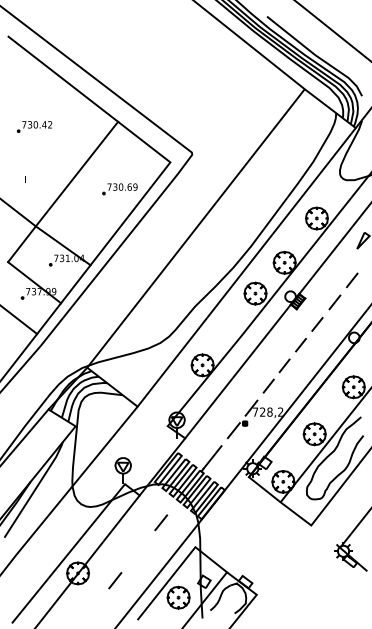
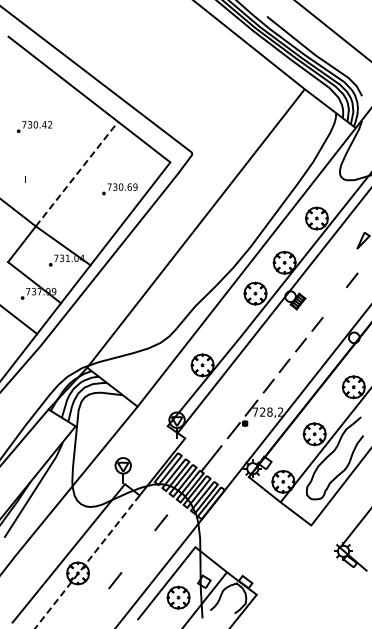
line at (77, 174): solid -> dashed
line at (334, 302): present -> none
line at (276, 322) position: (276, 322) -> (273, 311)
line at (87, 562): solid -> dashed
